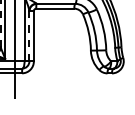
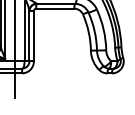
line at (0, 23): dashed -> solid
line at (29, 35): dashed -> solid
